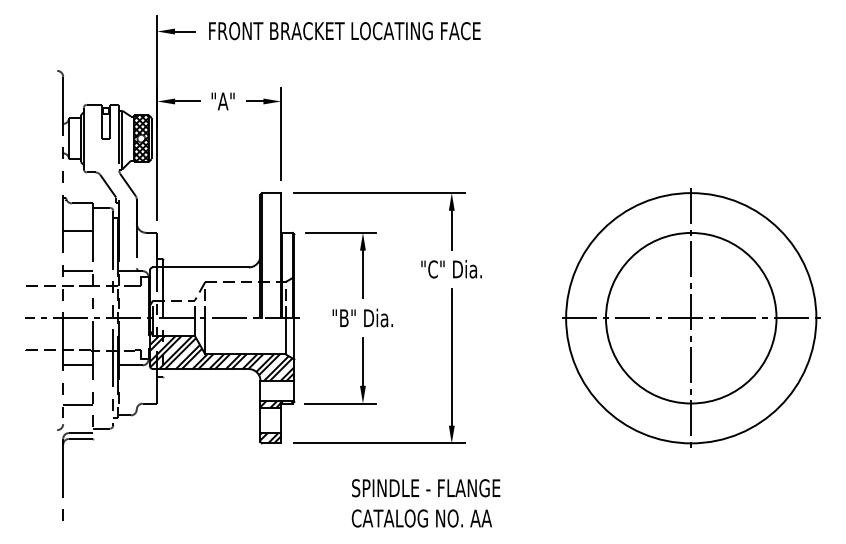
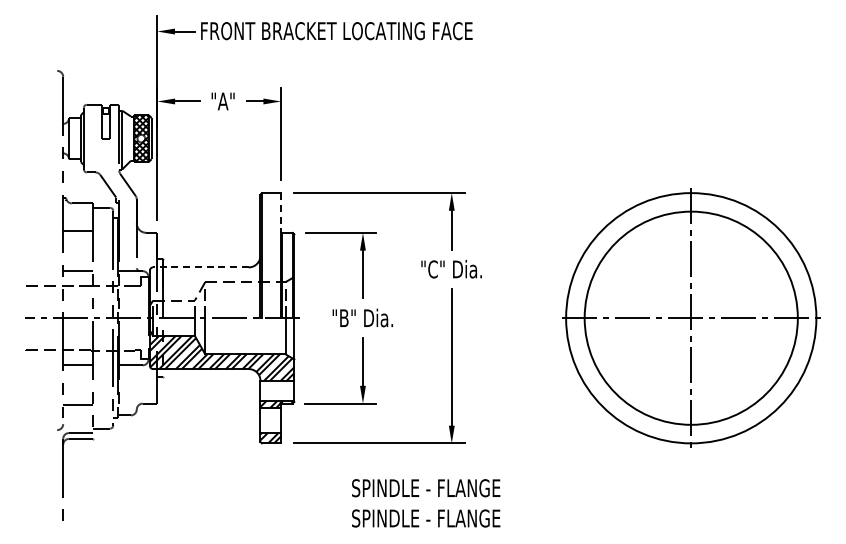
text at (344, 31) position: (344, 31) -> (336, 31)
line at (281, 212): solid -> dashed
line at (200, 267): solid -> dashed
circle at (690, 317) diameter: 171 px -> 213 px
text at (425, 518): CATALOG NO. AA -> SPINDLE - FLANGE
